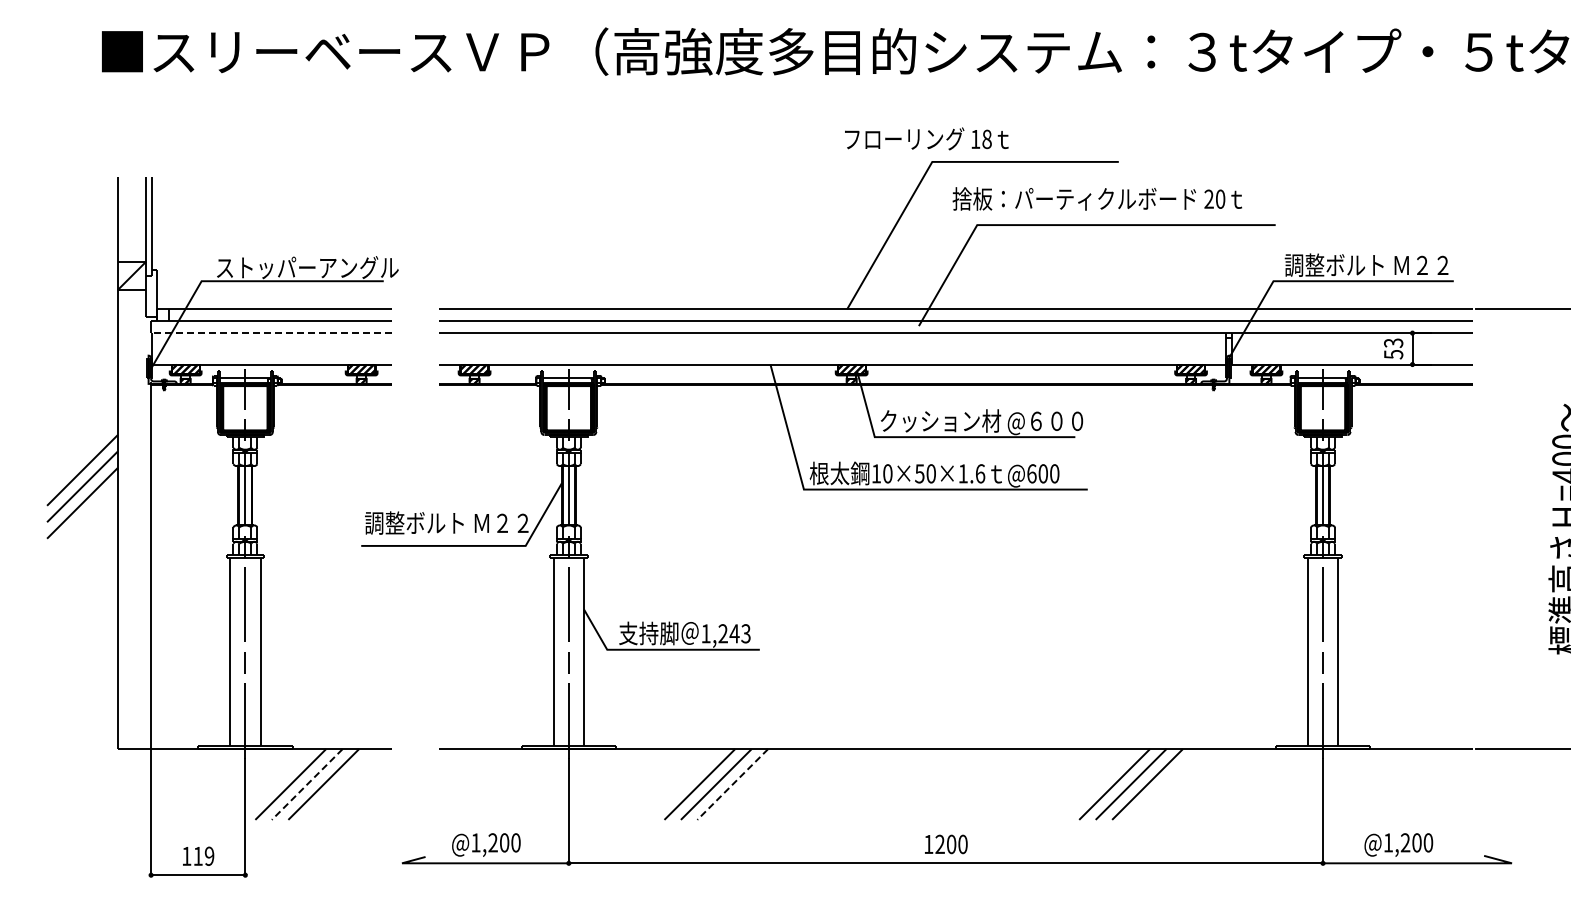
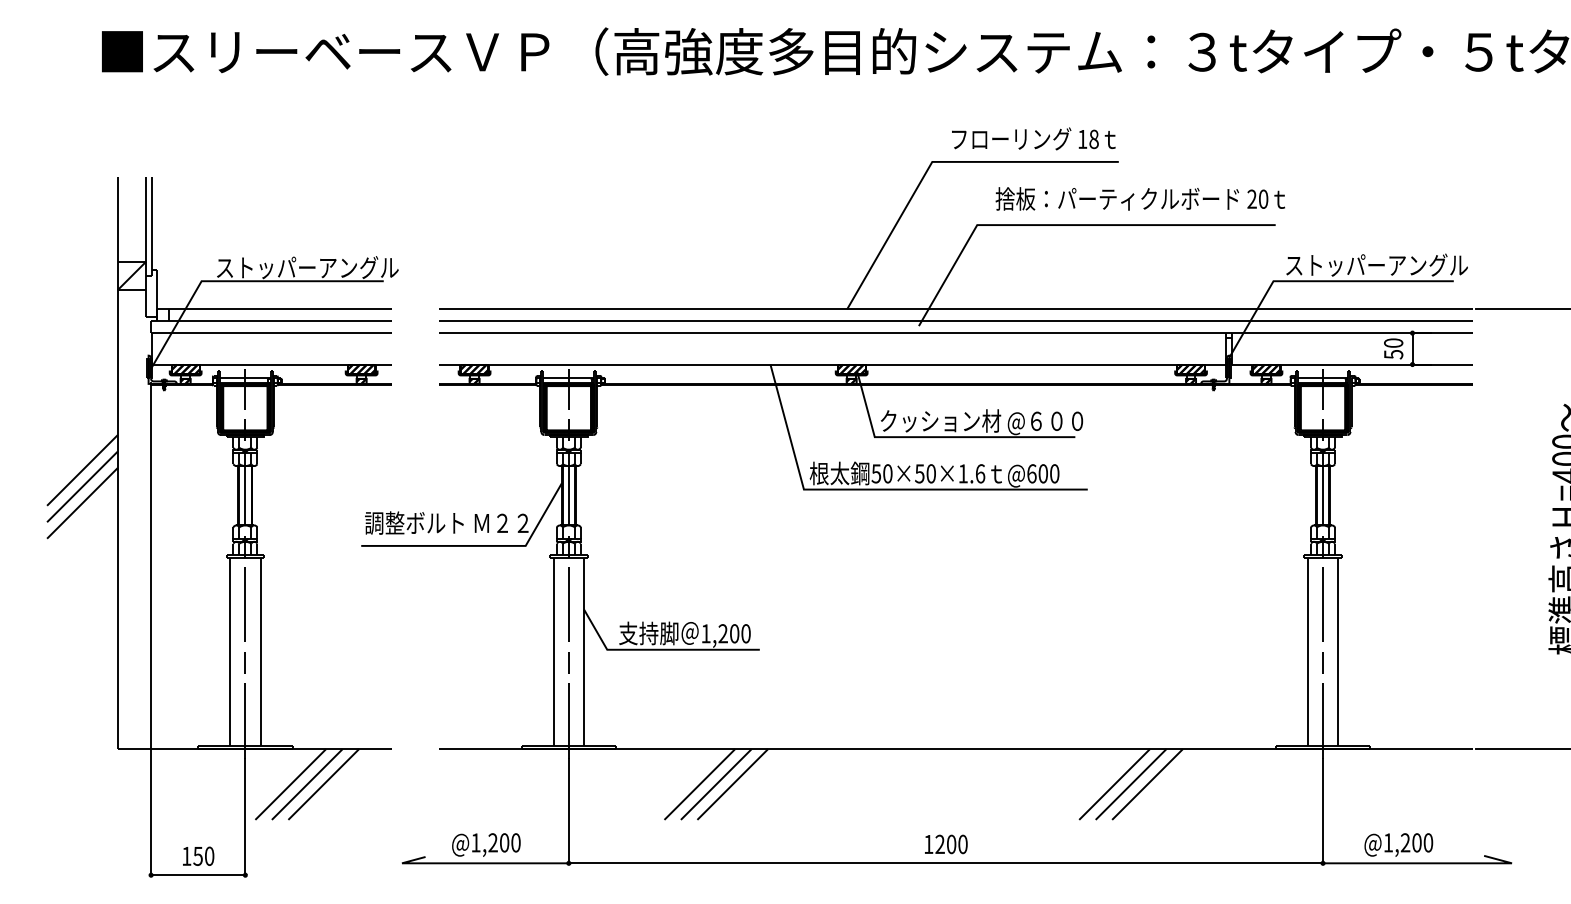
text at (926, 138) position: (926, 138) -> (1033, 138)
text at (1097, 198) position: (1097, 198) -> (1140, 198)
text at (1375, 264): 調整ボルト Ｍ２２ -> ストッパーアングル
line at (271, 333): dashed -> solid
text at (1393, 342): 53 -> 50
text at (876, 473): 10×50×1.6 -> 50×50×1.6
text at (739, 633): 1,243 -> 1,200
line at (307, 784): dashed -> solid
line at (732, 784): dashed -> solid
text at (203, 855): 119 -> 150
